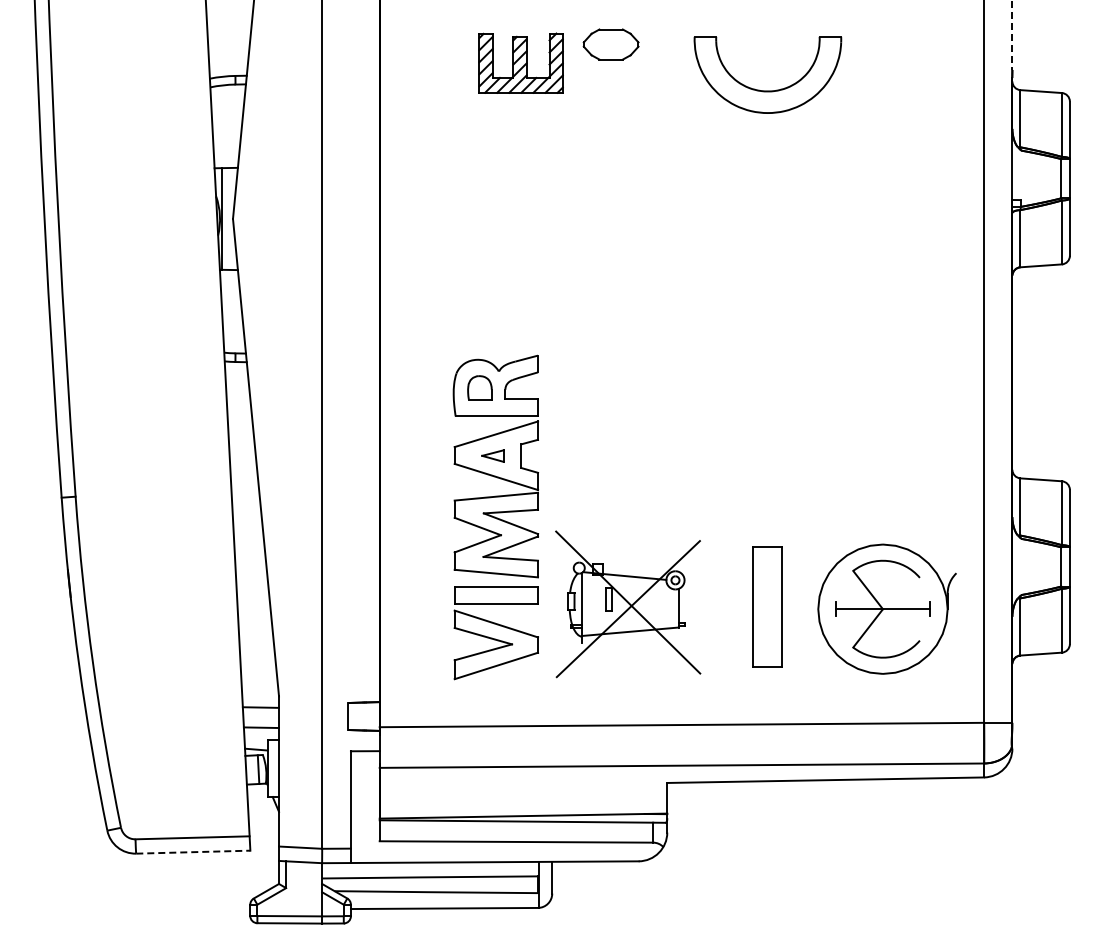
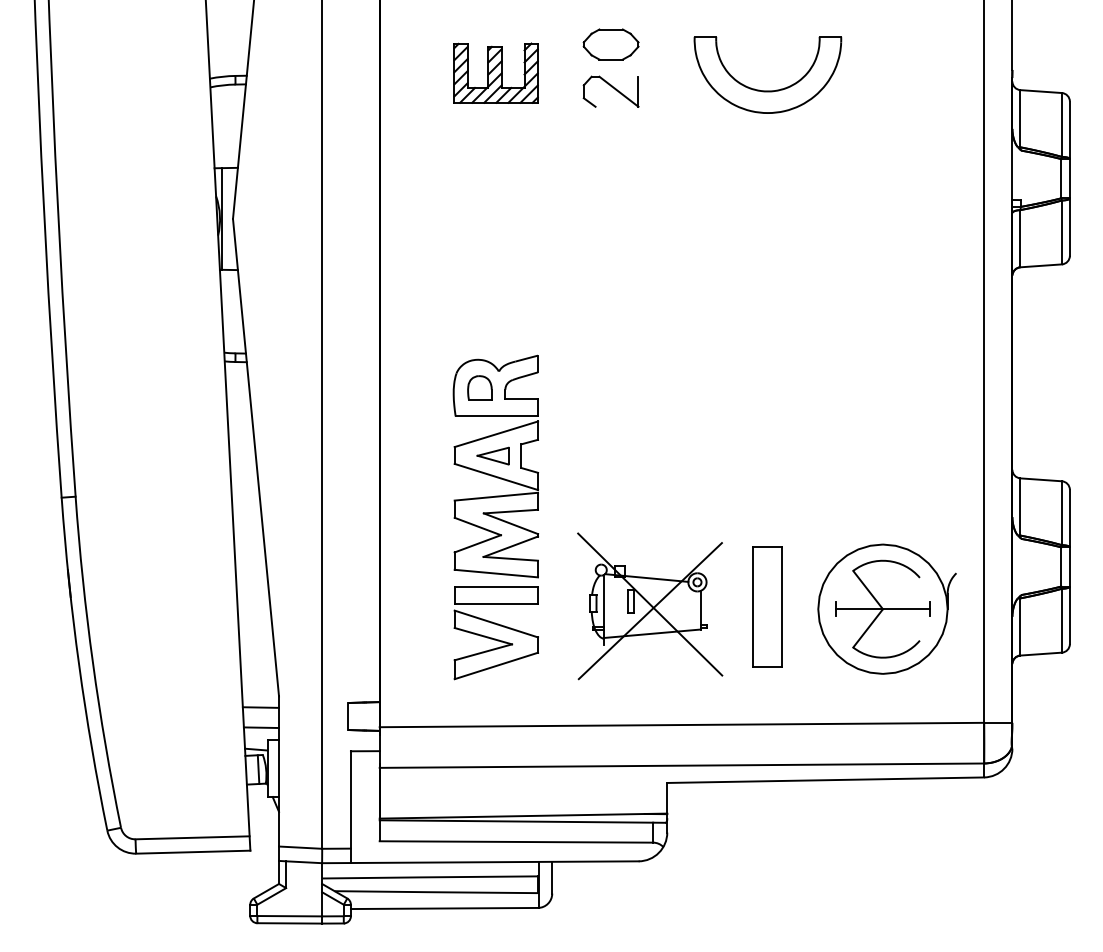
line at (1012, 35): dashed -> solid
part at (520, 62) position: (520, 62) -> (495, 72)
part at (610, 91): none -> present
part at (492, 455) size: 24x14 px -> 34x20 px
part at (628, 604) position: (628, 604) -> (650, 606)
line at (193, 852): dashed -> solid
